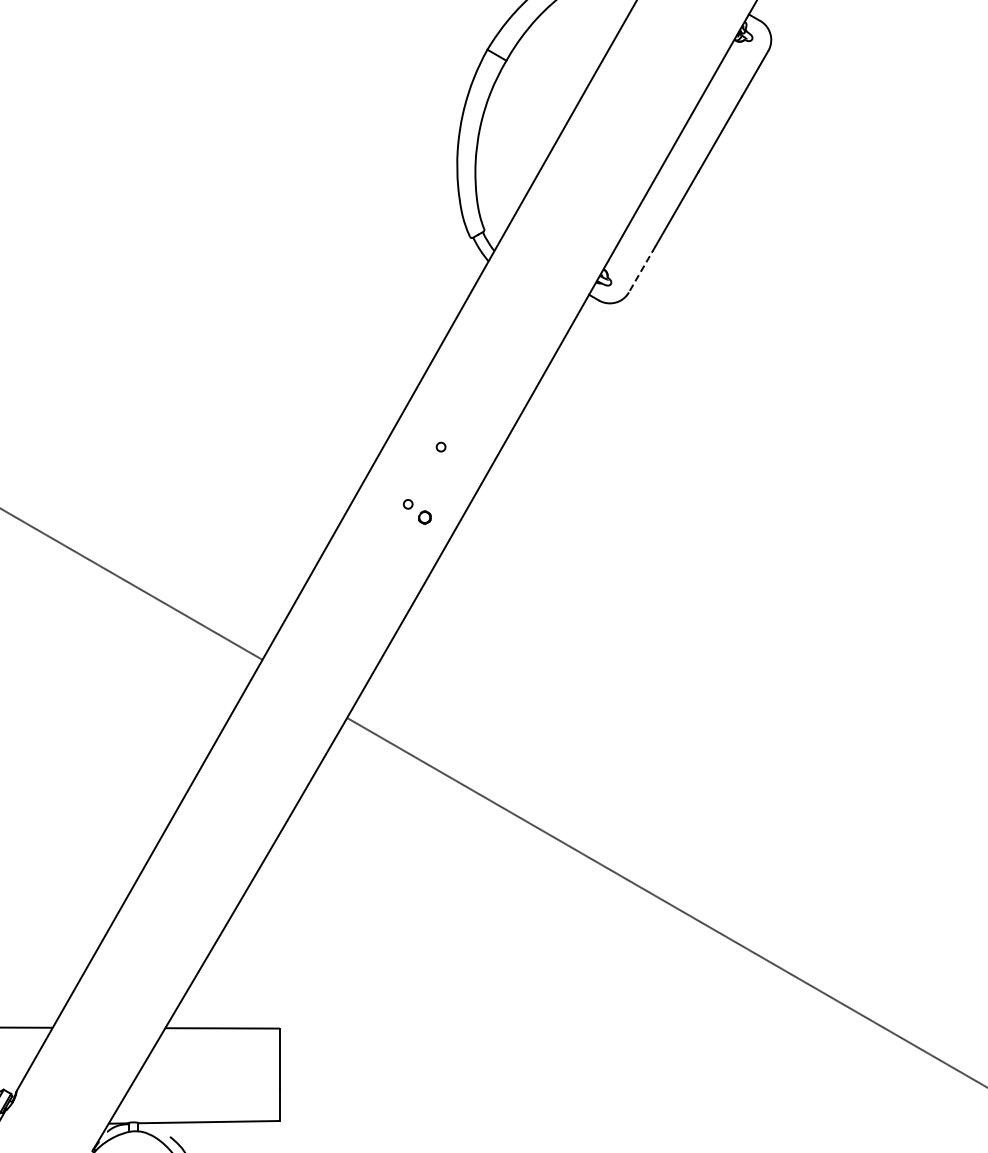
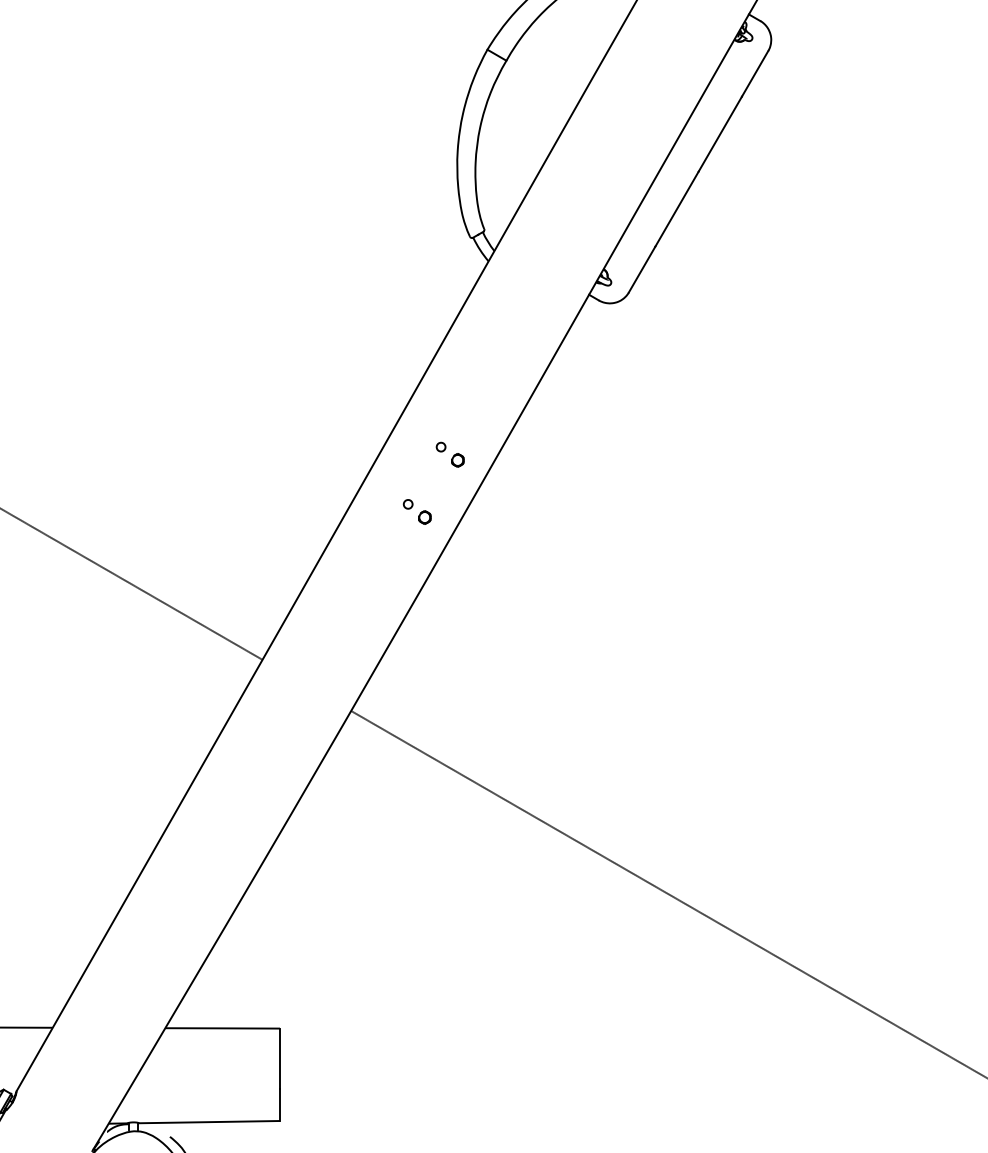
line at (641, 269): dashed -> solid
part at (457, 460): none -> present
line at (665, 901) position: (665, 901) -> (667, 893)
